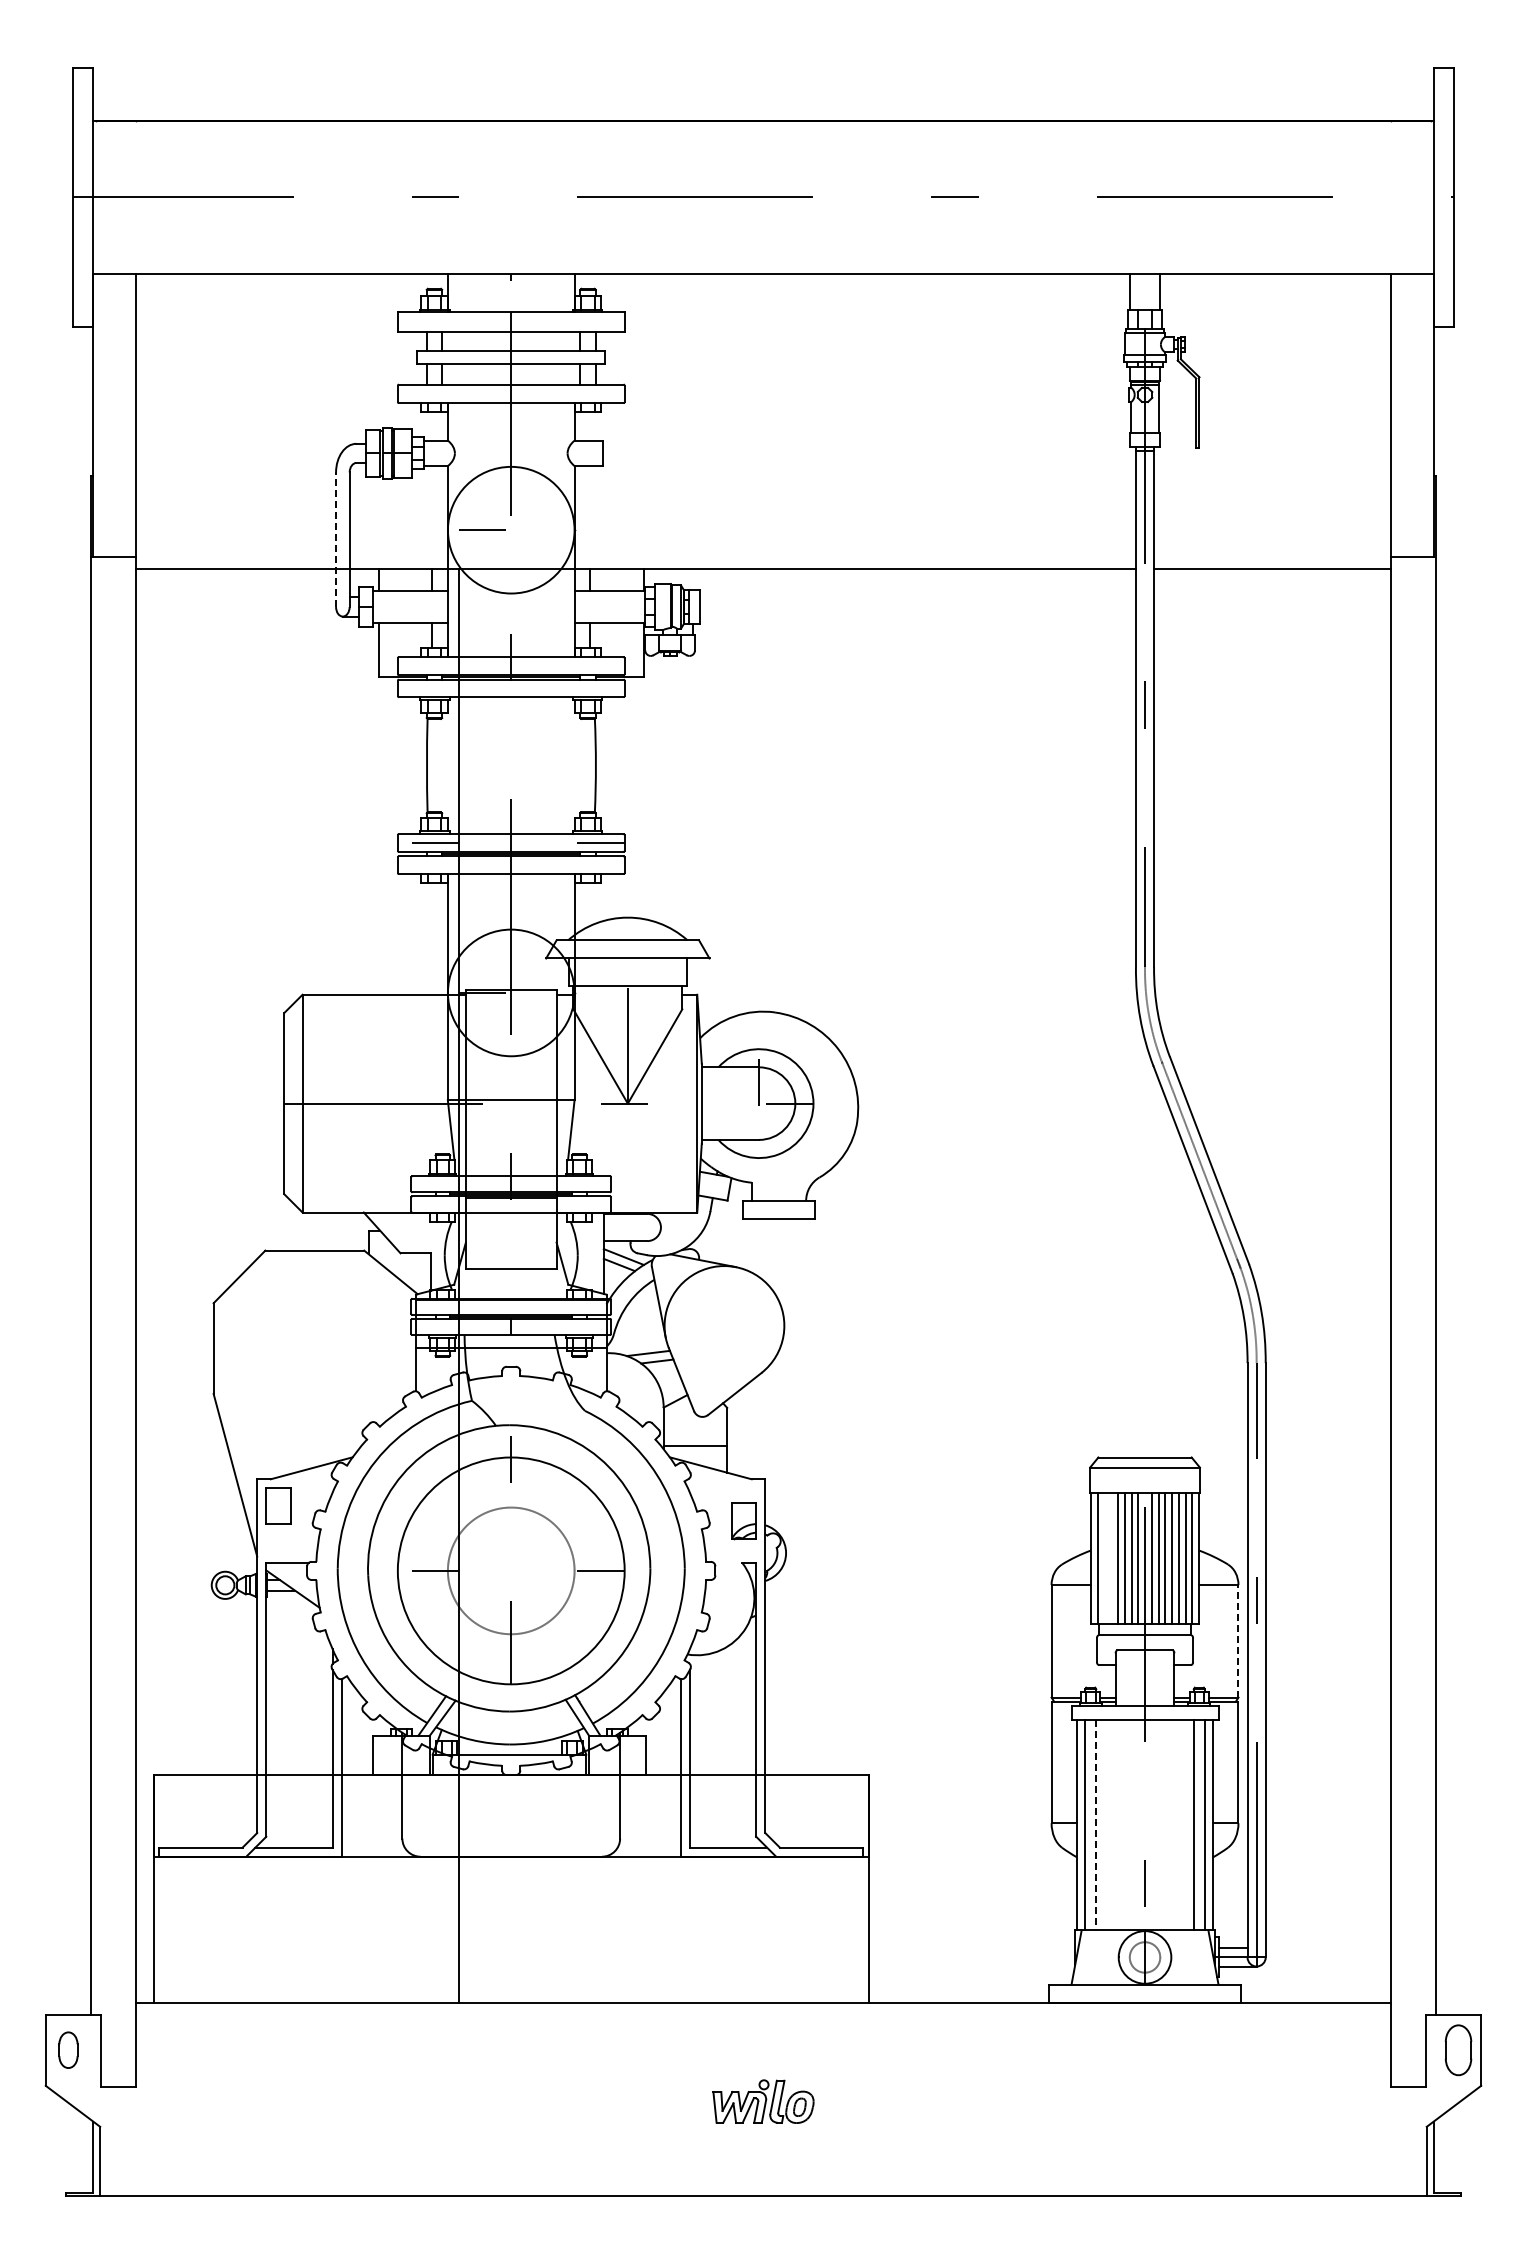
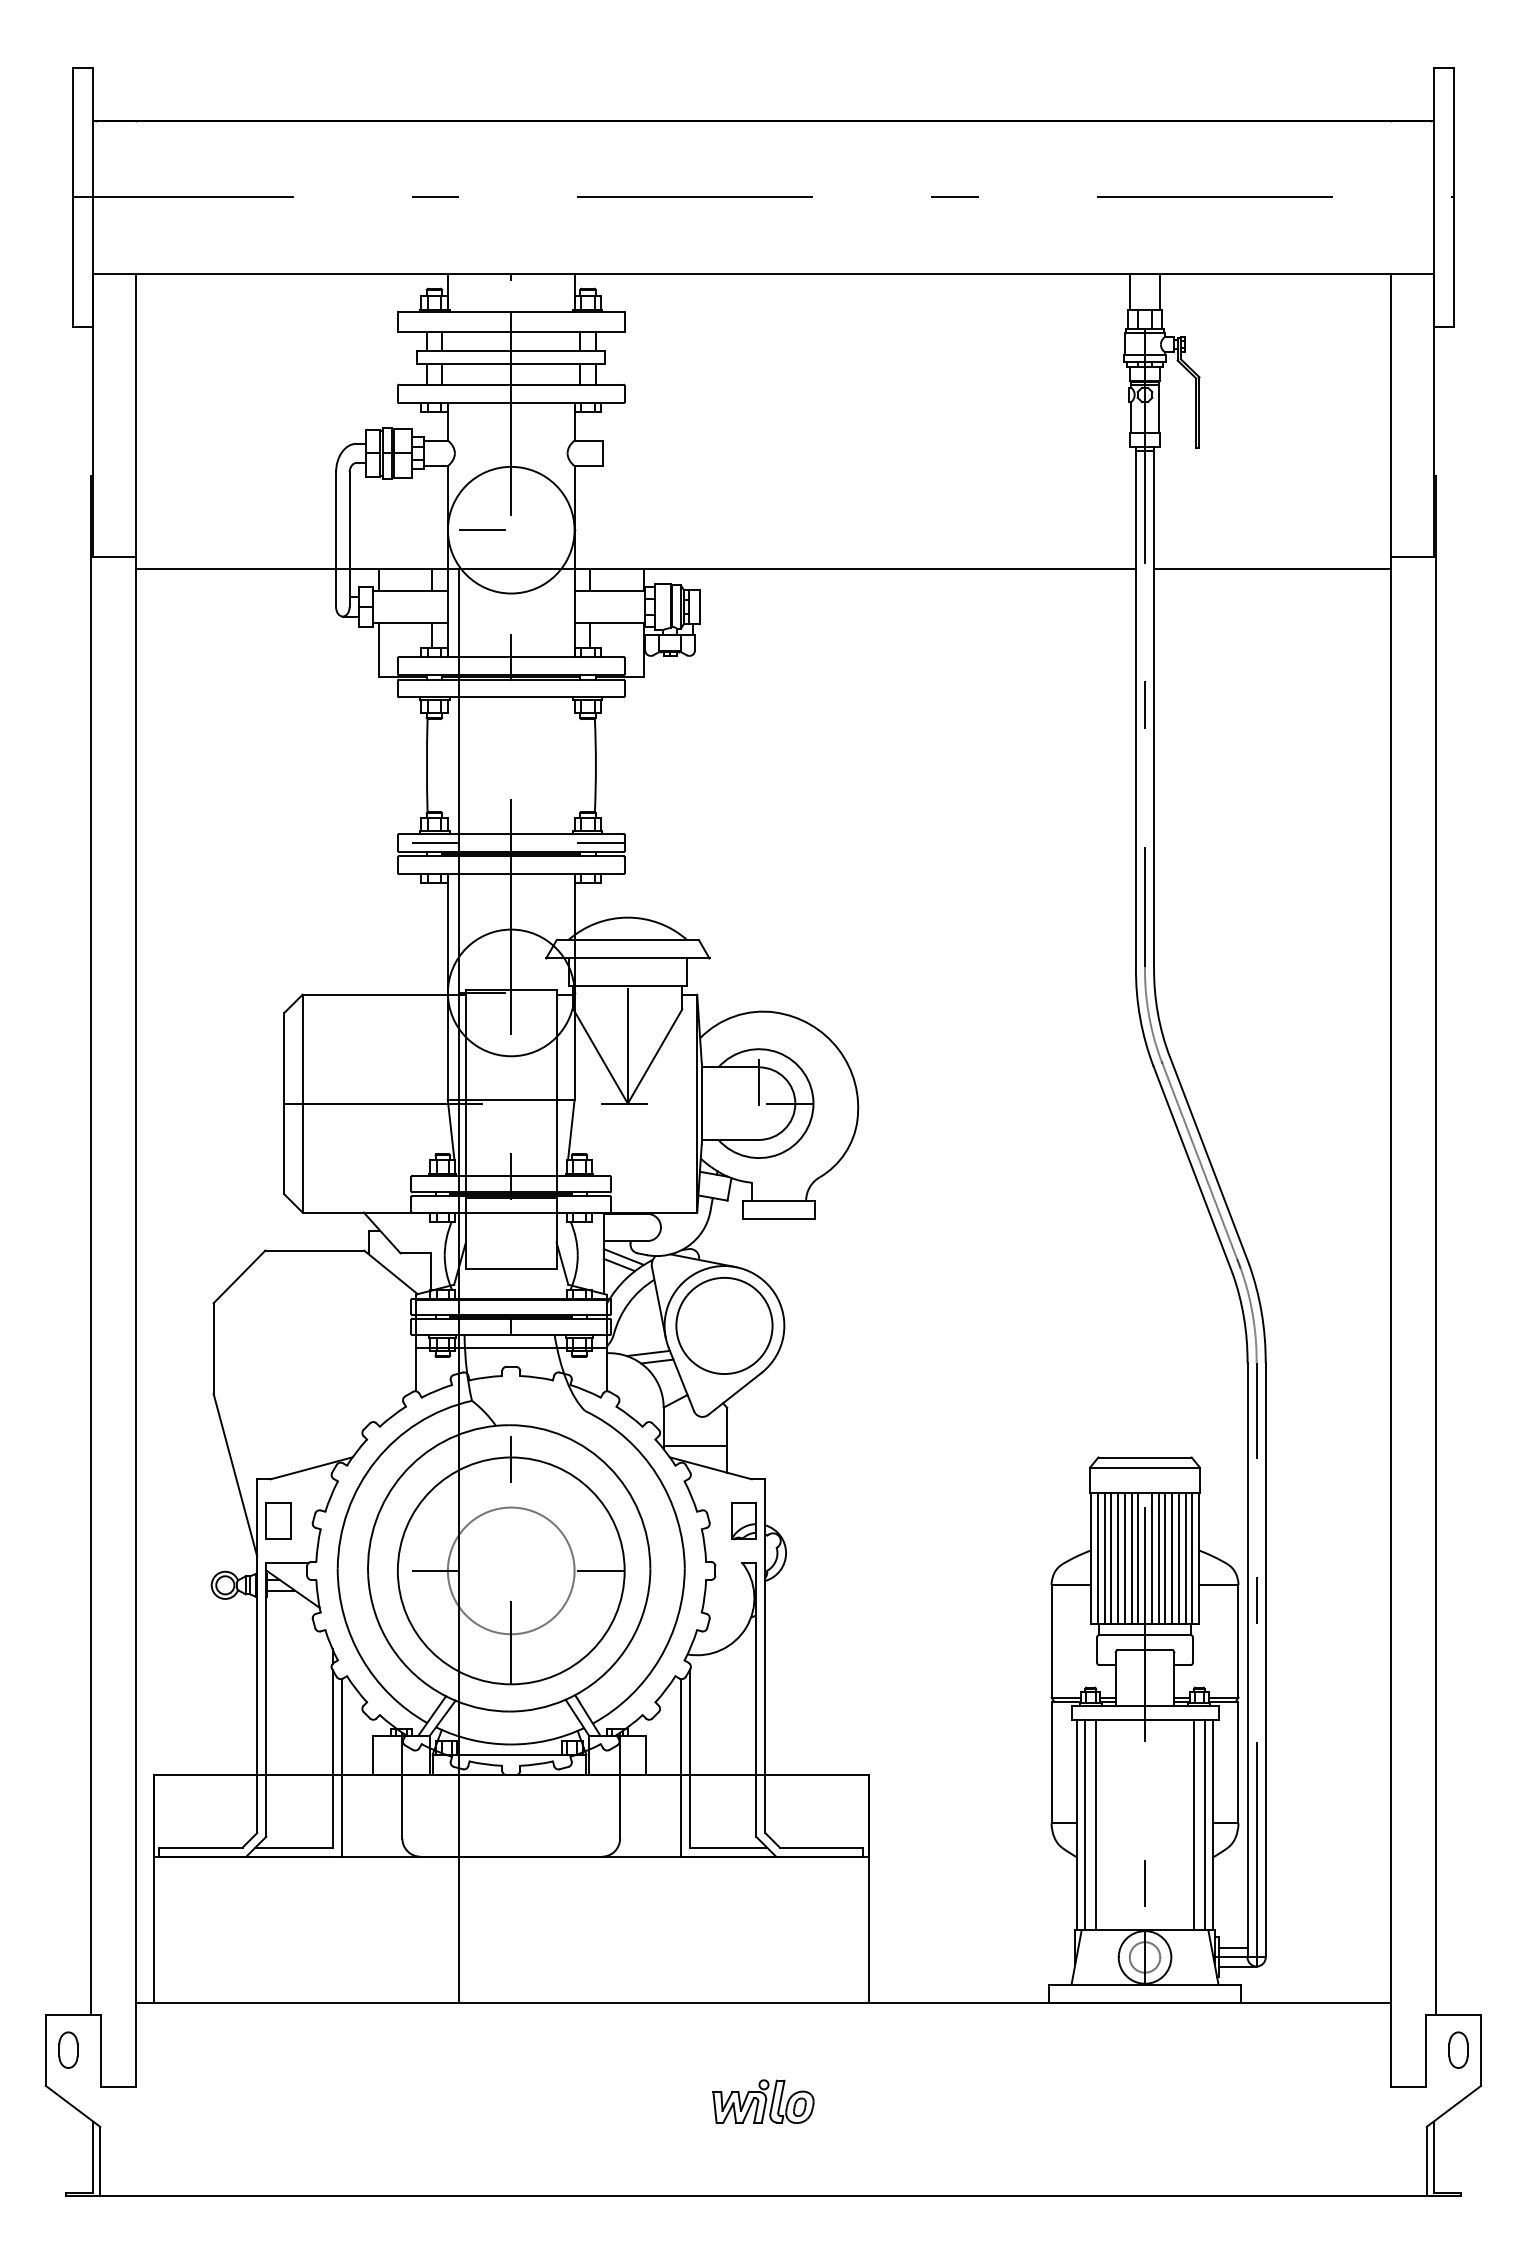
line at (336, 539): dashed -> solid
circle at (724, 1325): none -> present
part at (278, 1505) position: (278, 1505) -> (278, 1520)
line at (1104, 1558): none -> present
line at (1111, 1558): none -> present
line at (1238, 1640): dashed -> solid
line at (1096, 1825): dashed -> solid
part at (1458, 2050) size: 29x53 px -> 21x38 px
